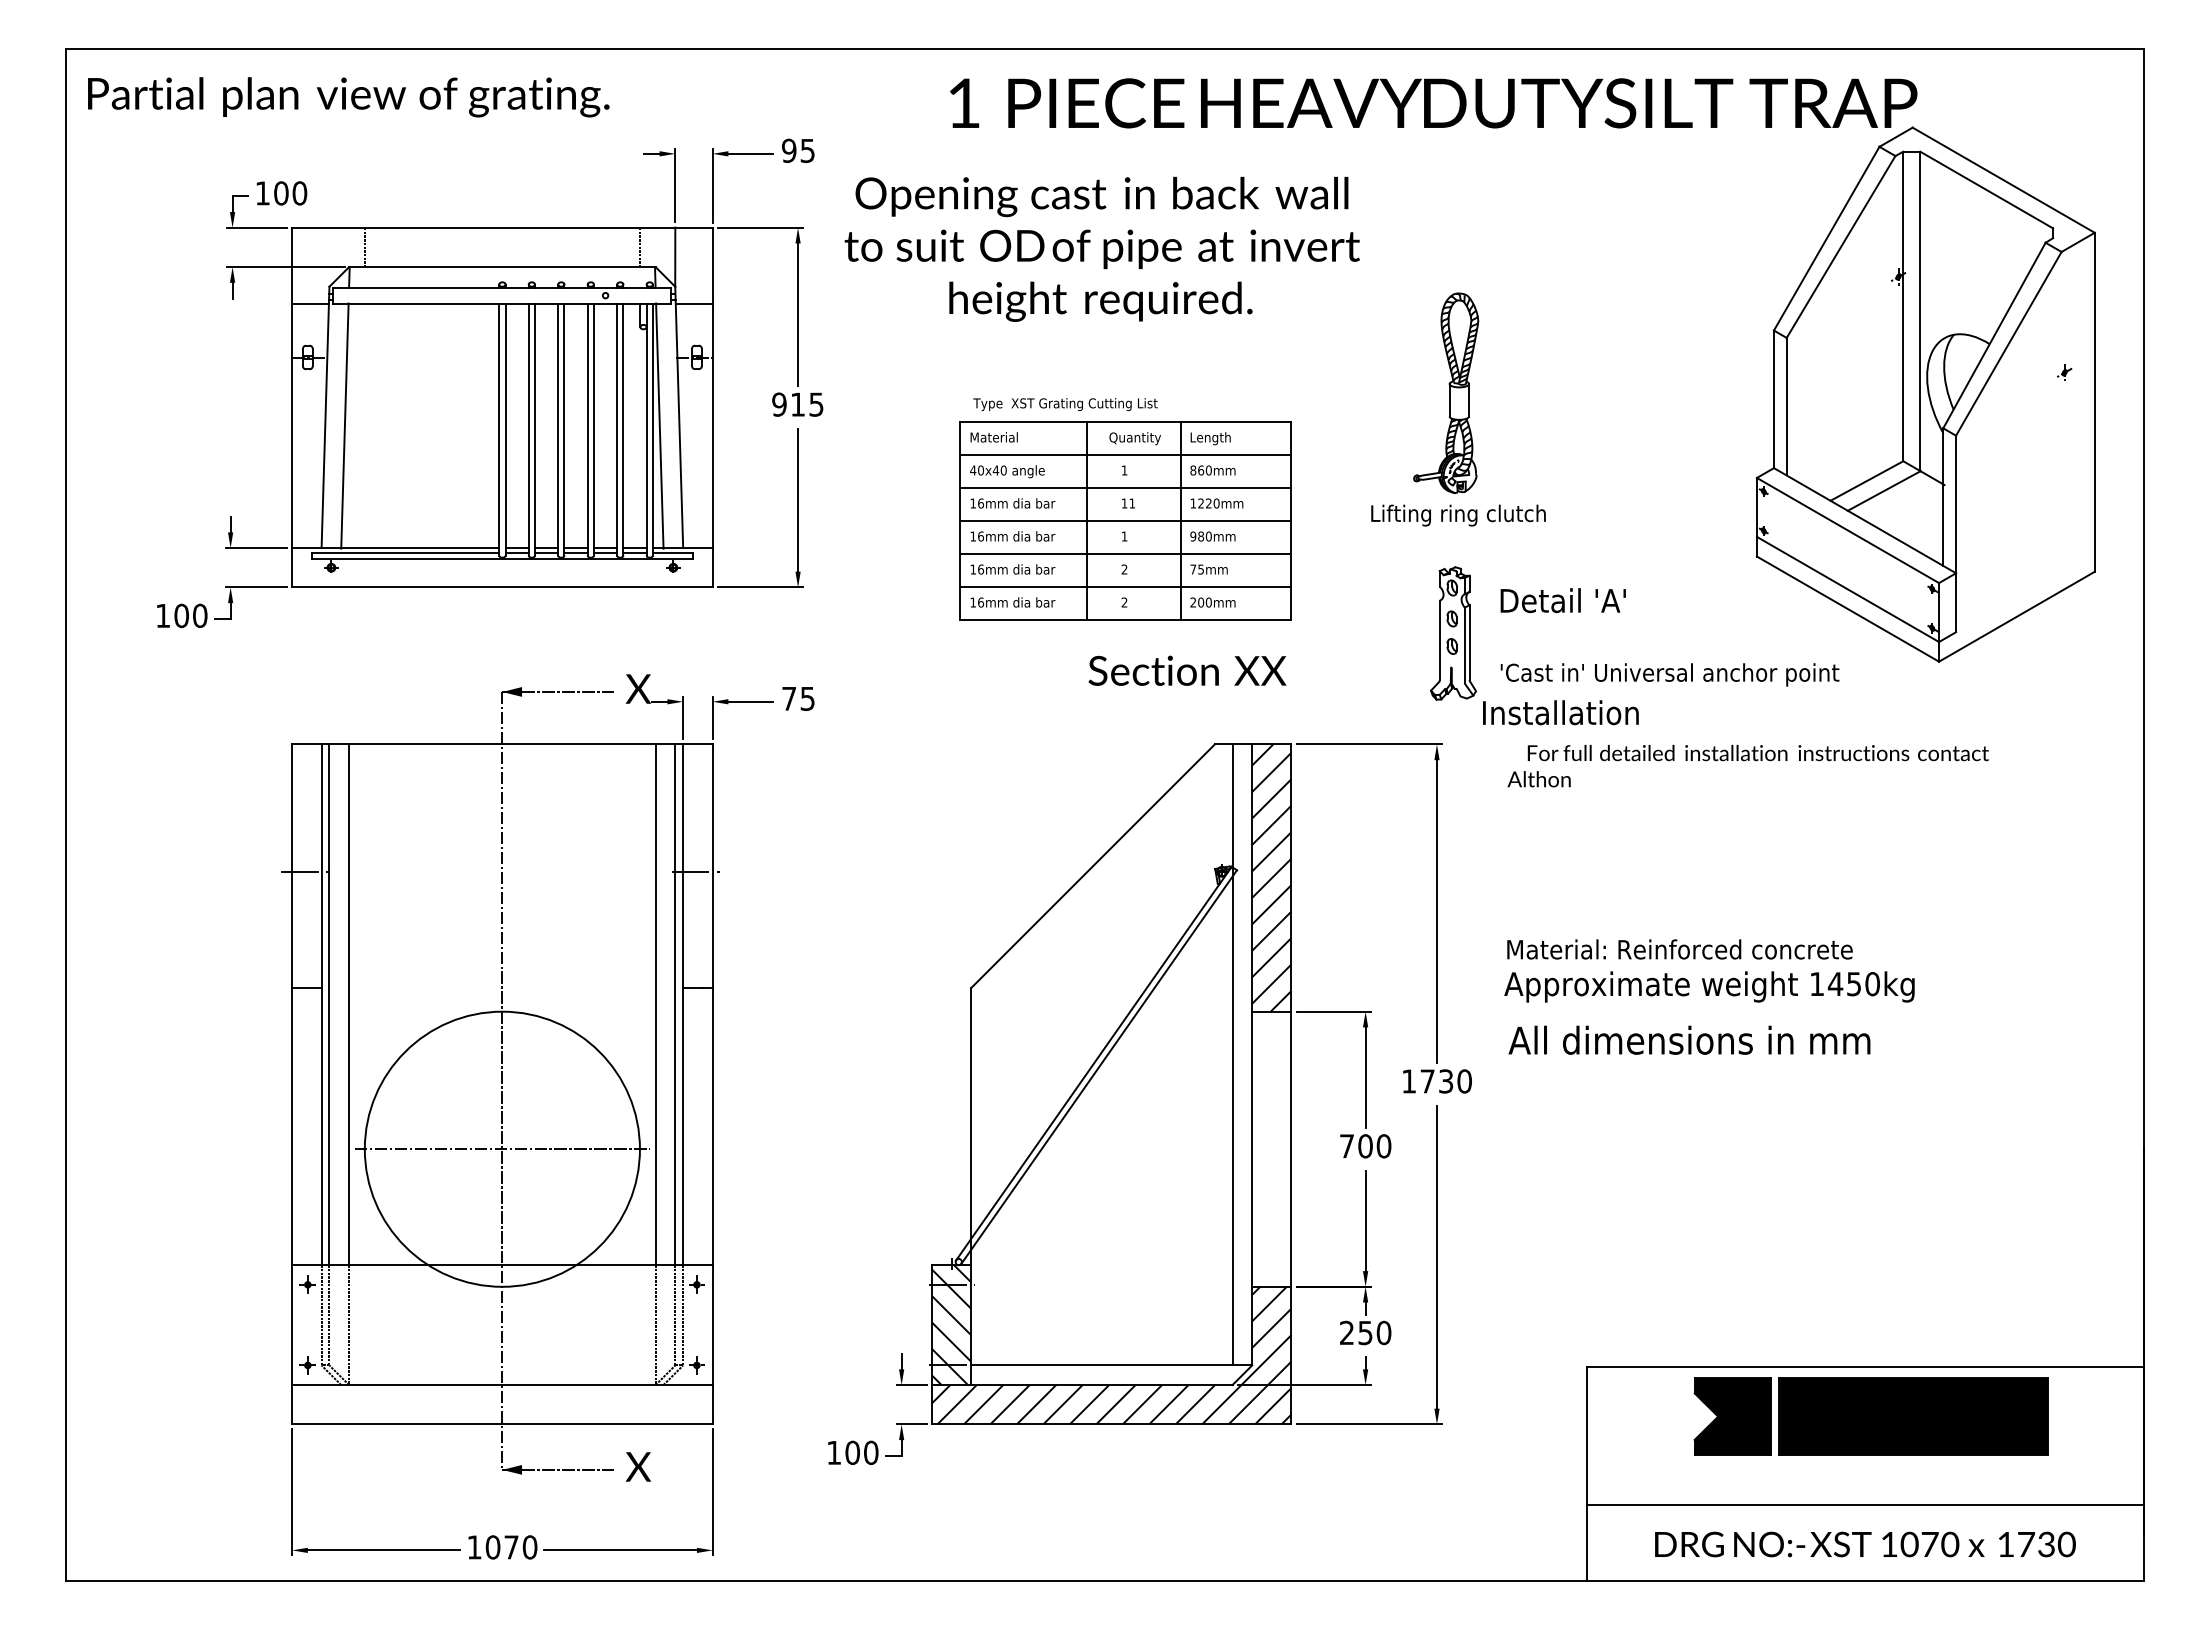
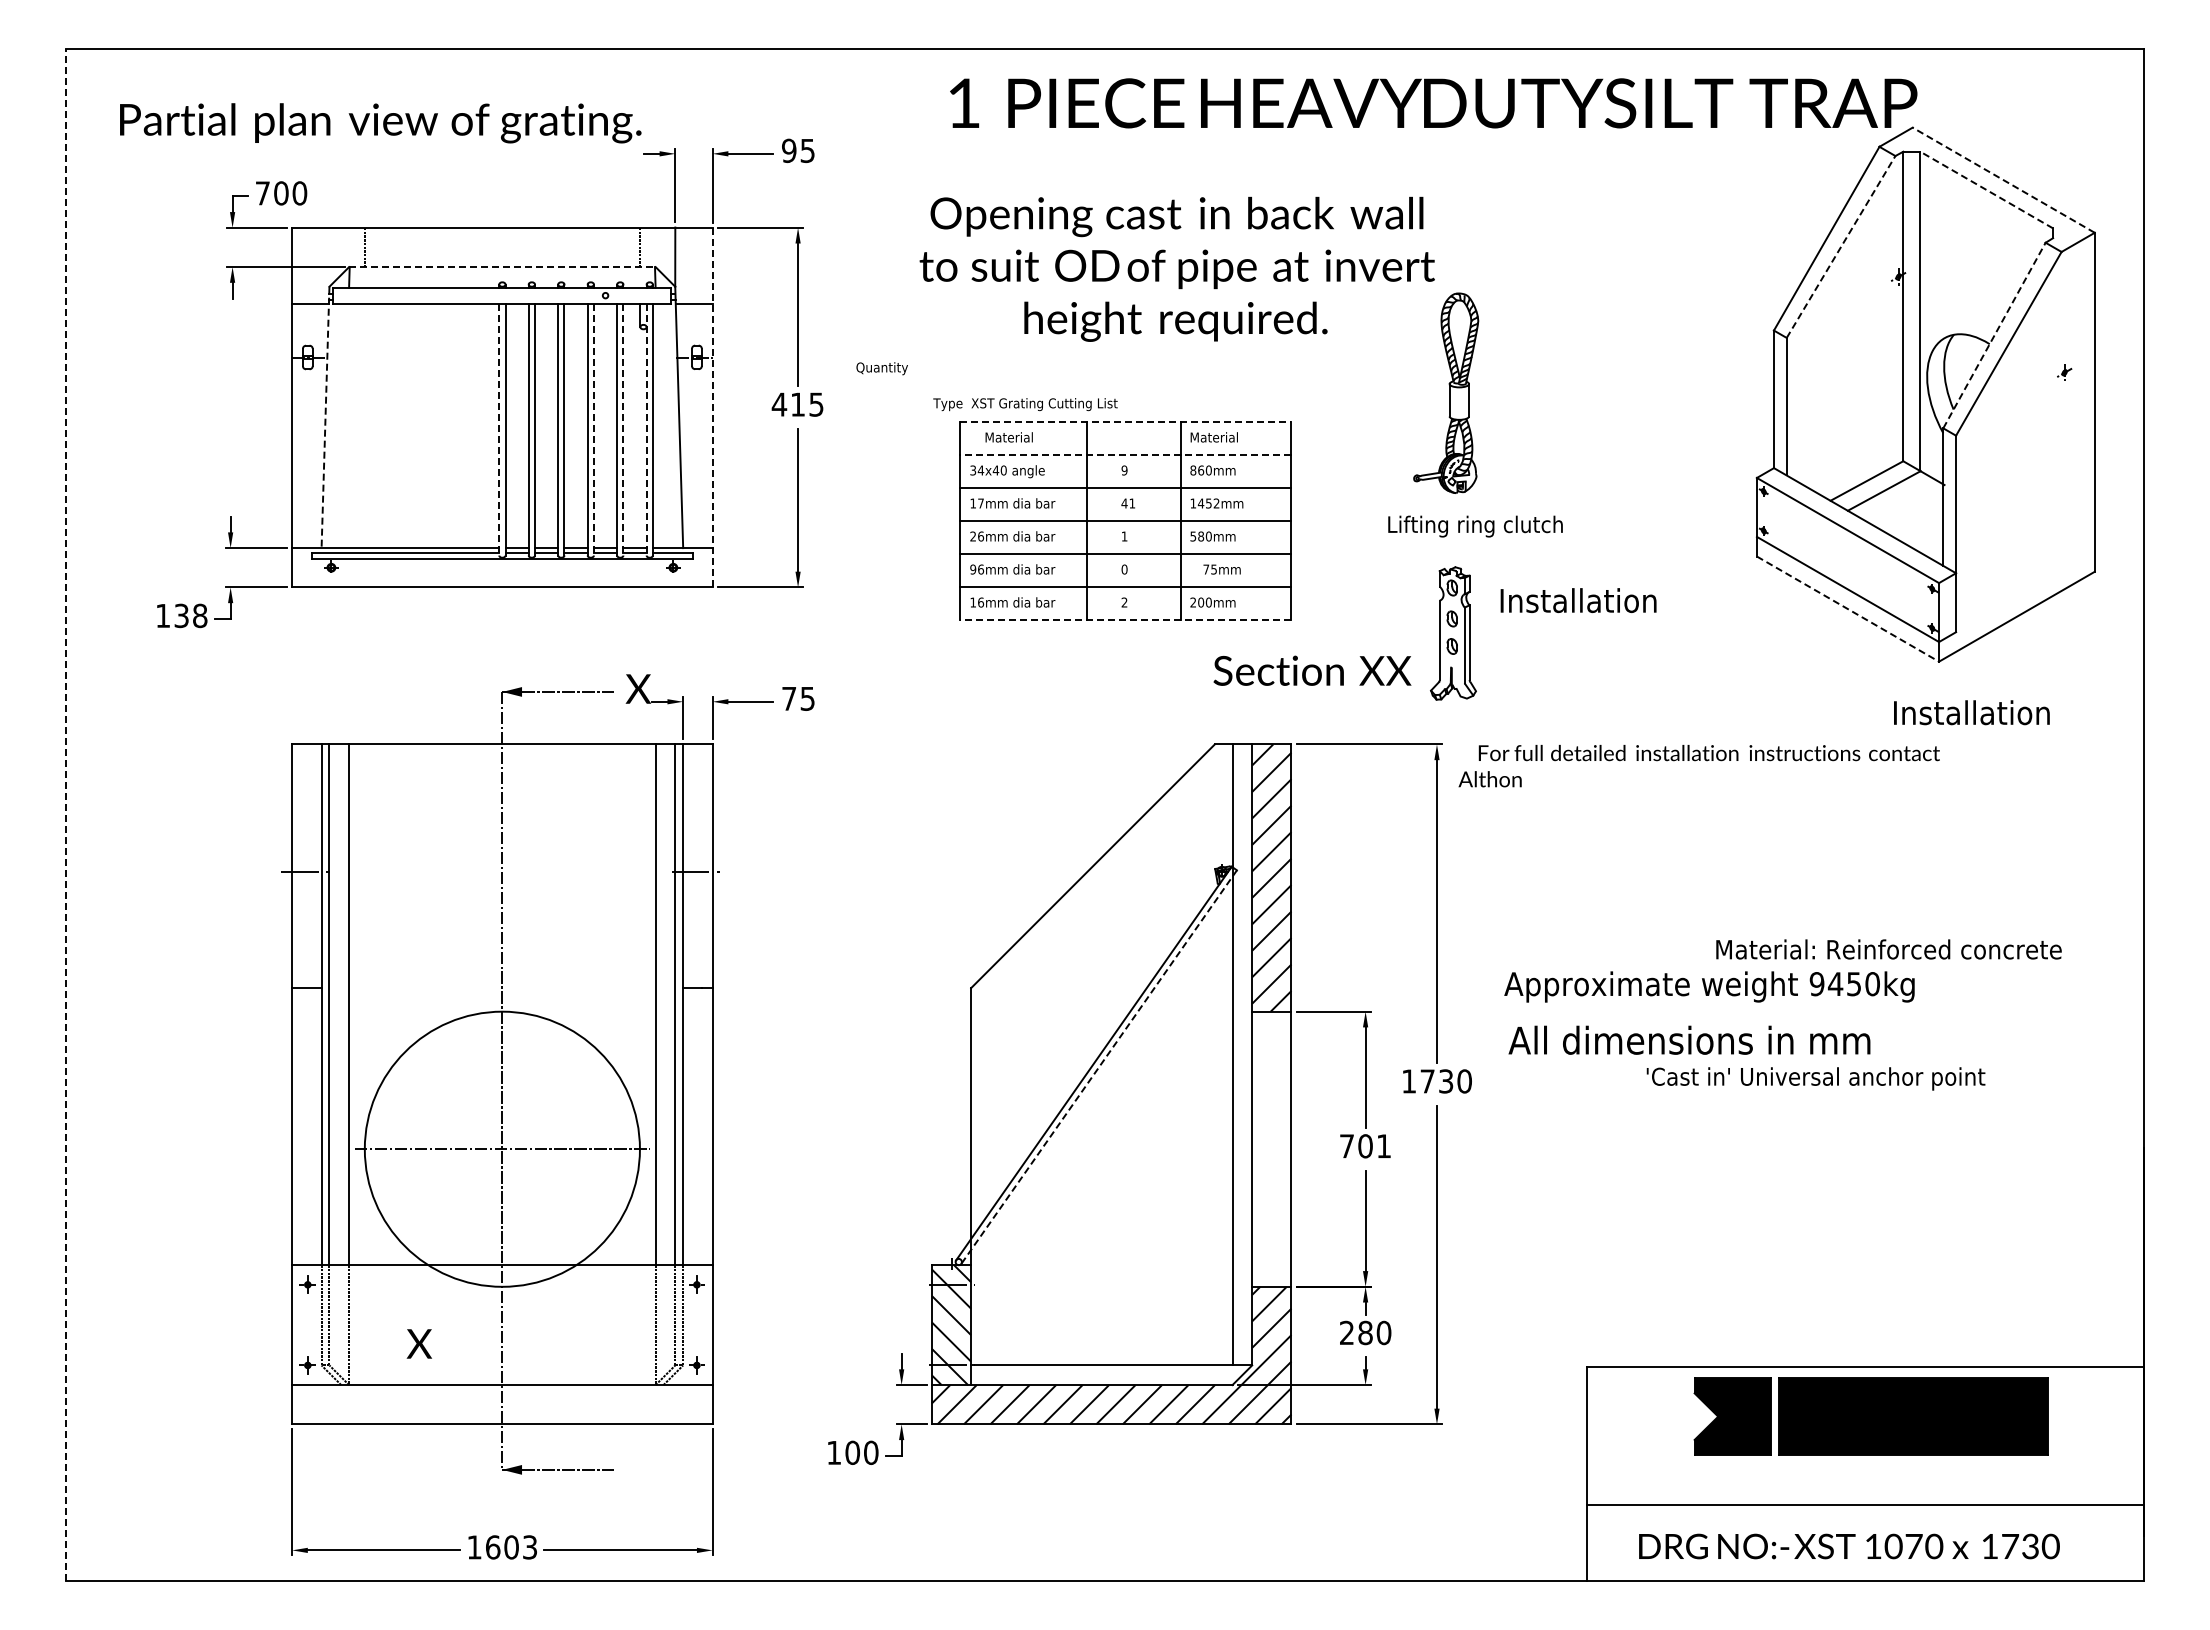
text at (348, 97) position: (348, 97) -> (380, 123)
line at (2003, 179): solid -> dashed
line at (1986, 190): solid -> dashed
text at (262, 193): 100 -> 700
line at (1841, 246): solid -> dashed
text at (1101, 248) position: (1101, 248) -> (1176, 268)
line at (502, 267): solid -> dashed
line at (1994, 335): solid -> dashed
text at (779, 404): 915 -> 415
text at (1065, 404) position: (1065, 404) -> (1025, 404)
line at (712, 407): solid -> dashed
line at (325, 417): solid -> dashed
line at (1126, 421): solid -> dashed
line at (344, 425): present -> none
line at (659, 425): present -> none
line at (499, 430): solid -> dashed
line at (593, 430): solid -> dashed
line at (623, 430): solid -> dashed
line at (646, 430): solid -> dashed
text at (993, 437) position: (993, 437) -> (1008, 437)
text at (1134, 438) position: (1134, 438) -> (881, 368)
text at (1214, 438): Length -> Material
line at (1125, 454): solid -> dashed
text at (977, 470): 40x40 -> 34x40
text at (1124, 470): 1 -> 9
text at (981, 503): 16mm -> 17mm
text at (1124, 503): 11 -> 41
text at (1208, 503): 1220mm -> 1452mm
text at (1458, 515) position: (1458, 515) -> (1475, 526)
text at (972, 536): 16mm -> 26mm
text at (1193, 536): 980mm -> 580mm
text at (973, 569): 16mm -> 96mm
text at (1124, 569): 2 -> 0
text at (1208, 569) position: (1208, 569) -> (1221, 569)
text at (1579, 600): Detail 'A' -> Installation
line at (1848, 609): solid -> dashed
text at (190, 615): 100 -> 138
line at (1125, 619): solid -> dashed
text at (1187, 670) position: (1187, 670) -> (1312, 670)
text at (1669, 674) position: (1669, 674) -> (1815, 1078)
text at (1560, 712) position: (1560, 712) -> (1971, 712)
text at (1747, 766) position: (1747, 766) -> (1698, 766)
line at (66, 814): solid -> dashed
text at (1679, 949) position: (1679, 949) -> (1888, 949)
text at (1816, 984): 1450kg -> 9450kg
line at (1098, 1067): solid -> dashed
text at (1383, 1146): 700 -> 701
text at (1365, 1332): 250 -> 280
text at (637, 1466) position: (637, 1466) -> (418, 1343)
text at (1865, 1544) position: (1865, 1544) -> (1849, 1546)
text at (511, 1547): 1070 -> 1603
